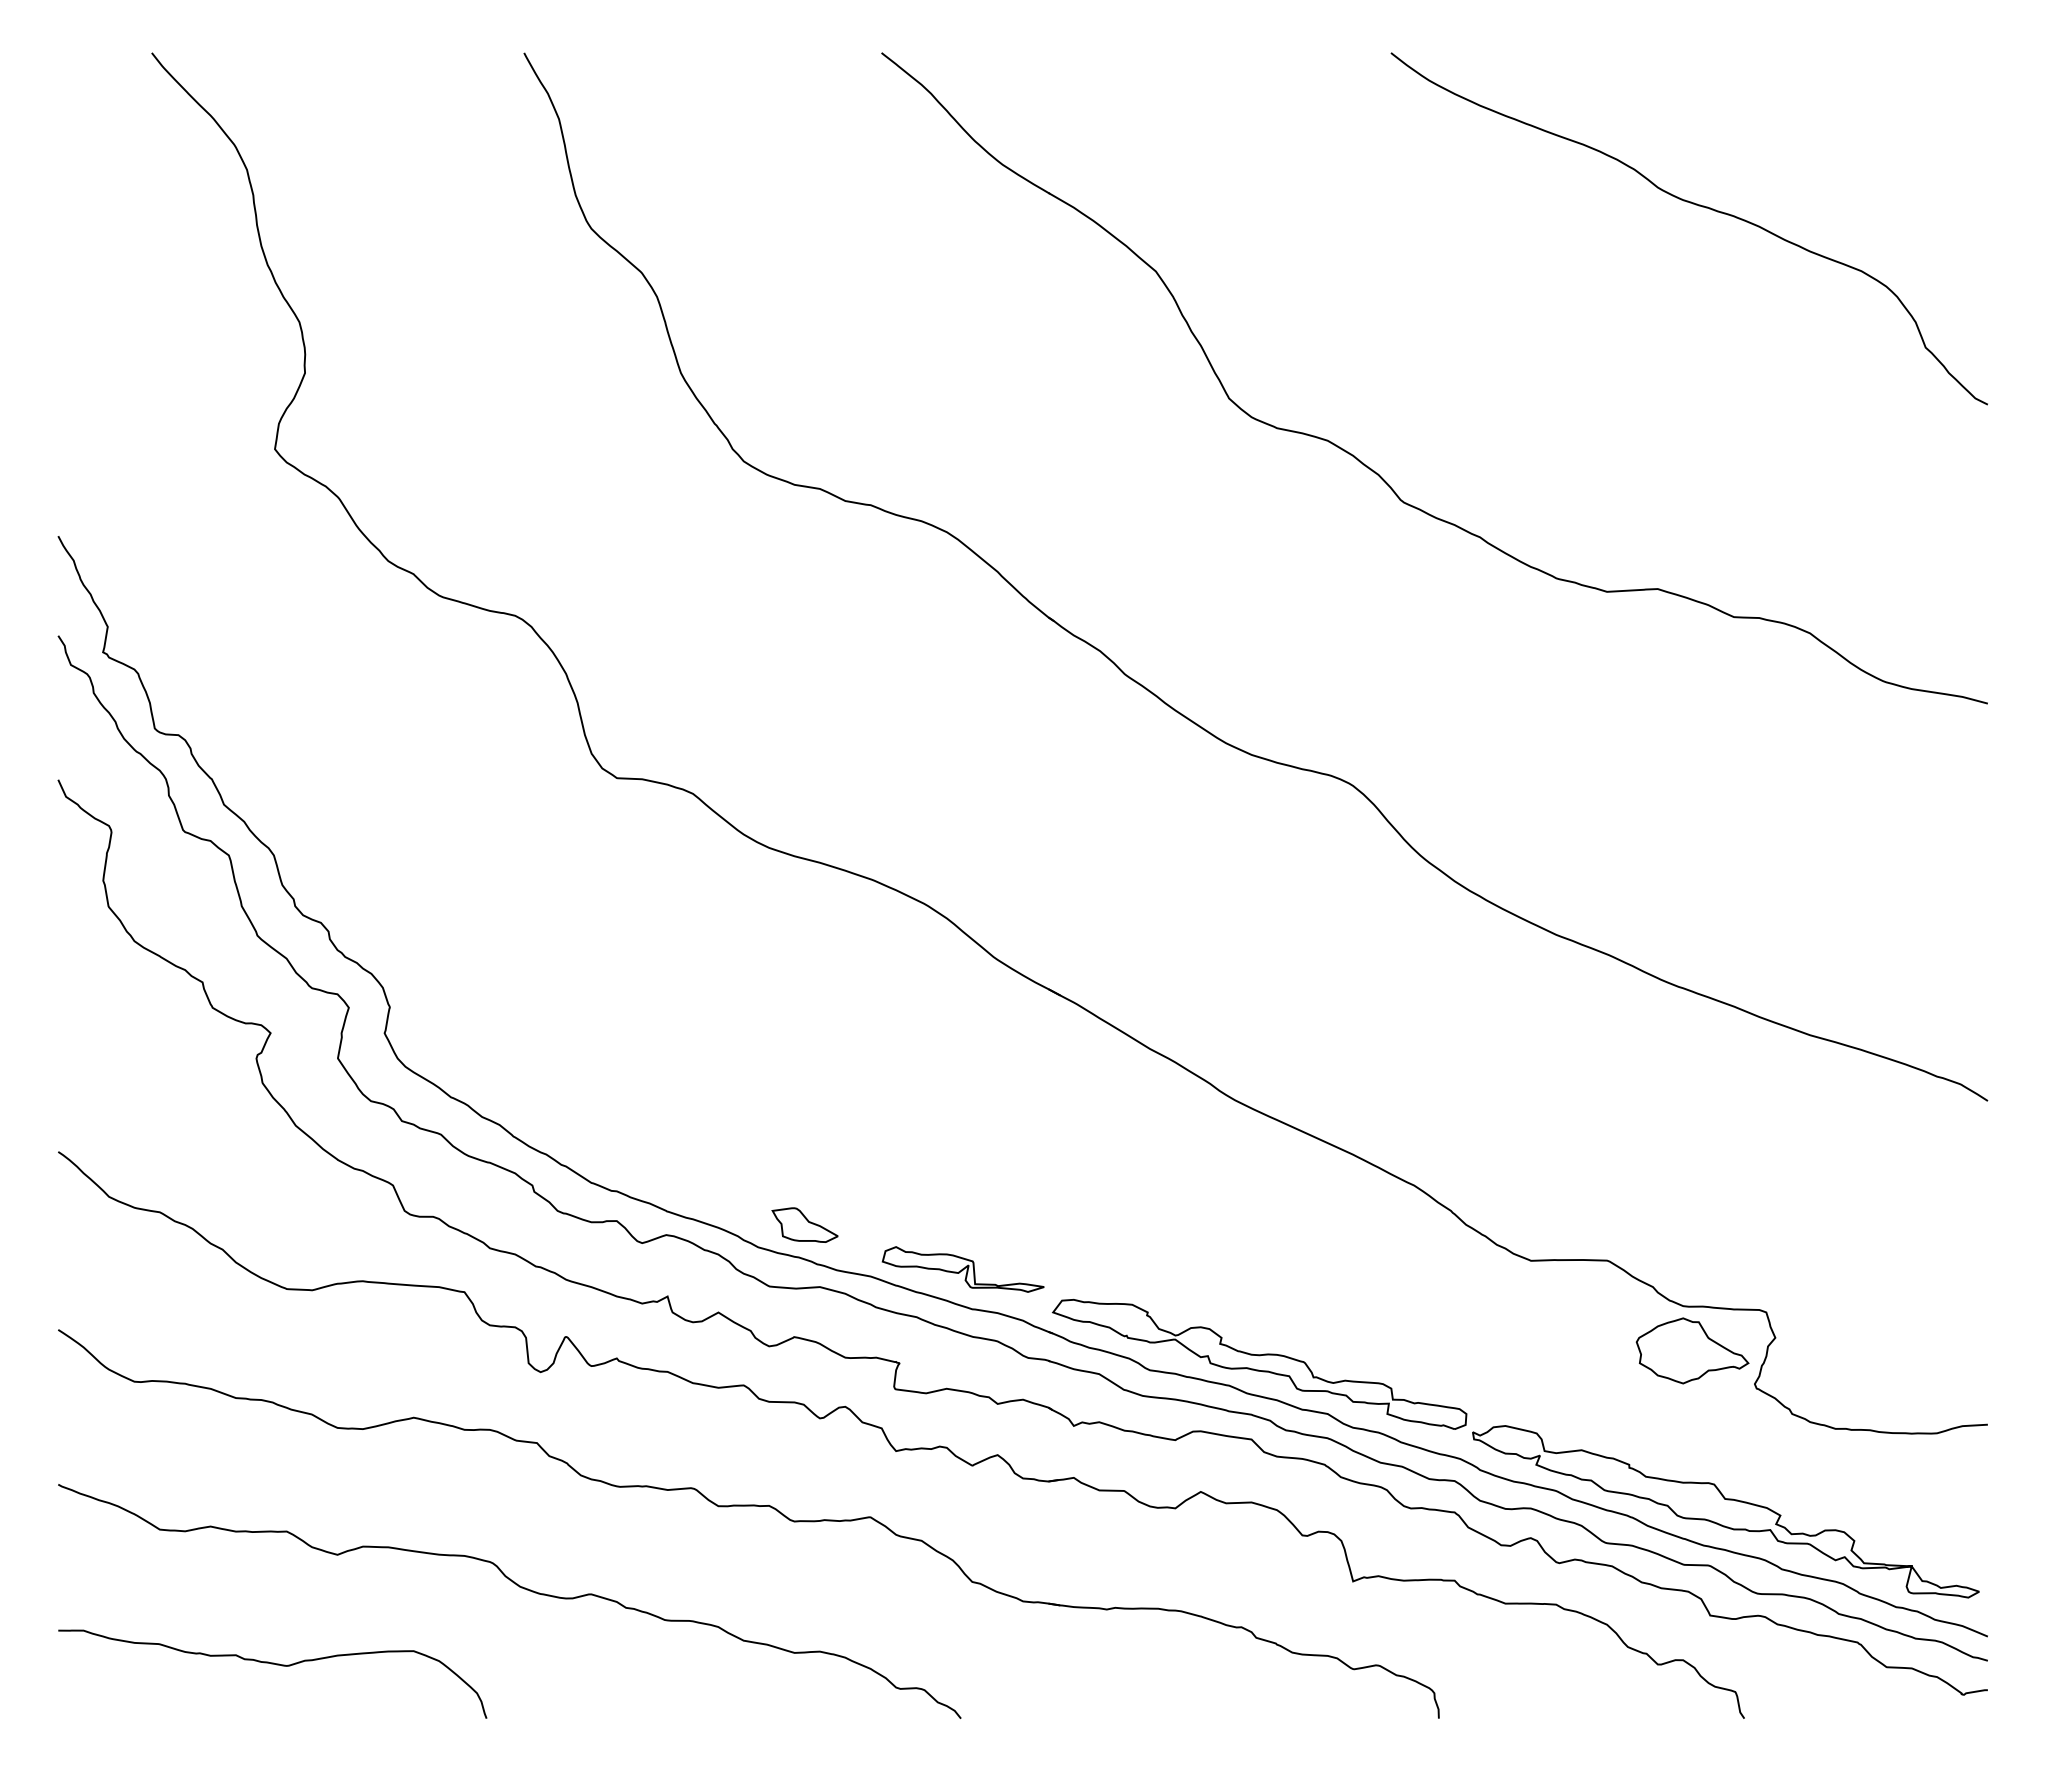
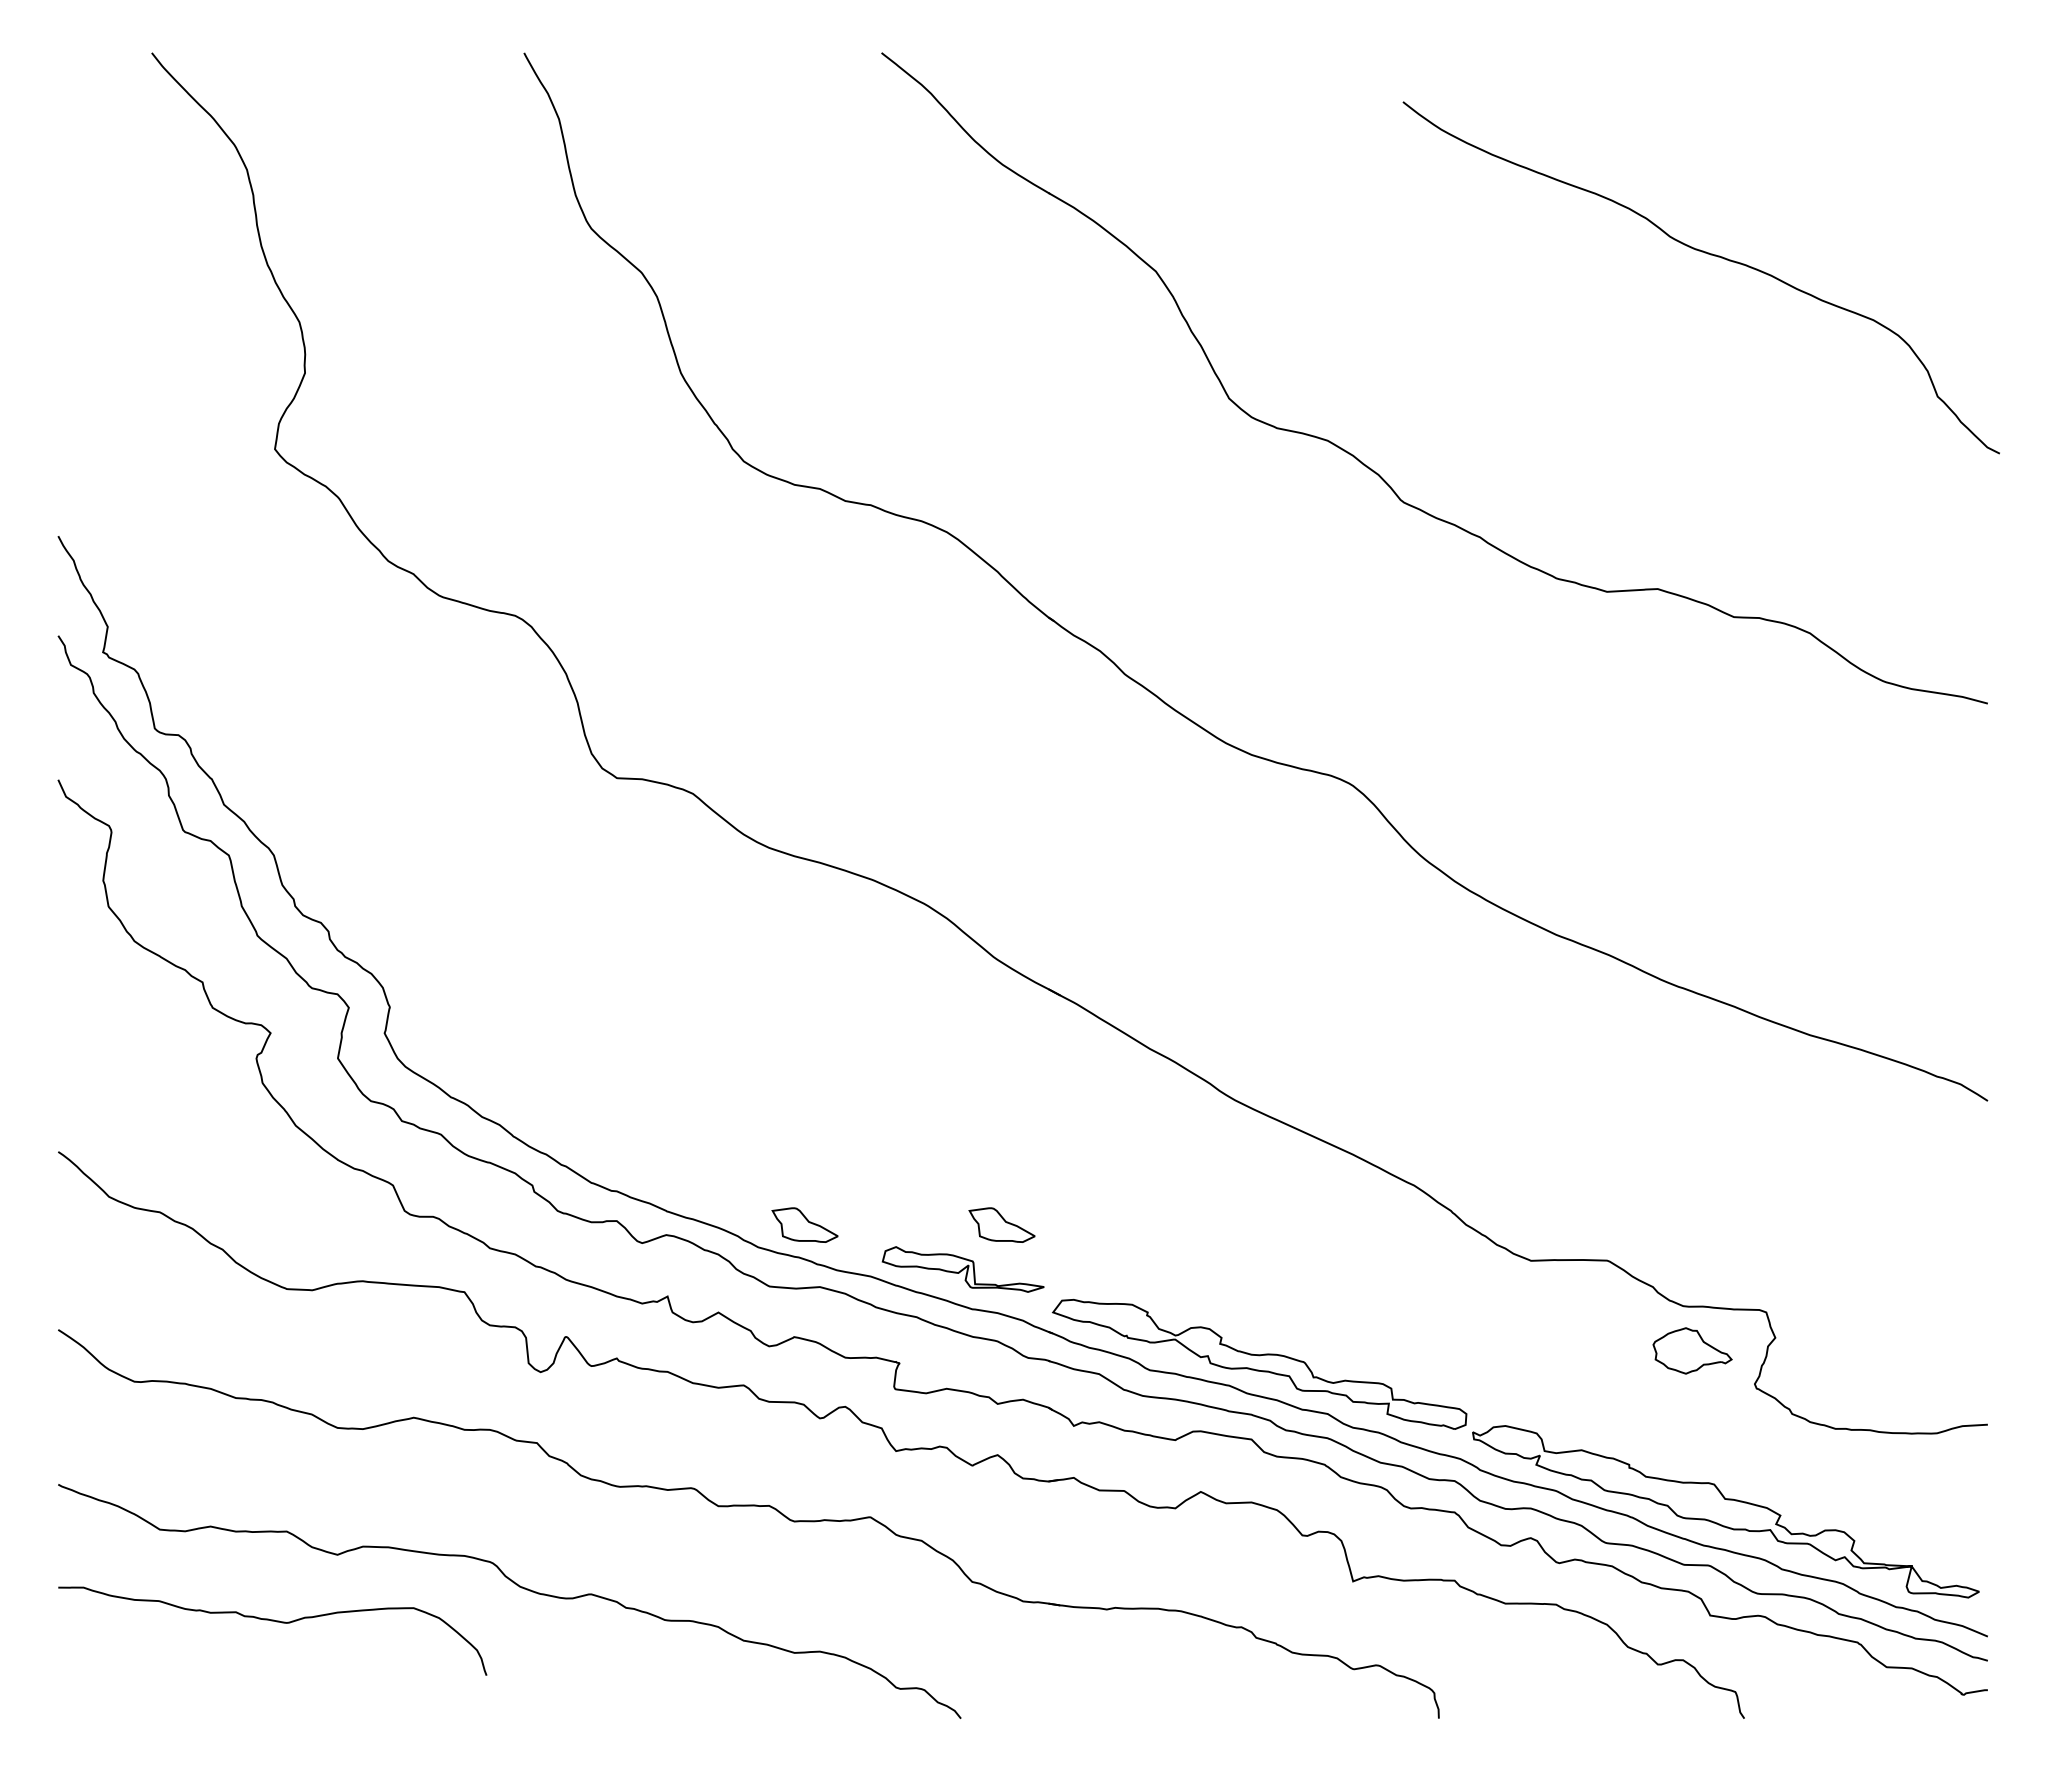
curve at (1695, 205) position: (1695, 205) -> (1707, 254)
part at (1001, 1224): none -> present
part at (1692, 1350) size: 115x68 px -> 81x48 px
curve at (276, 1665) position: (276, 1665) -> (276, 1622)
